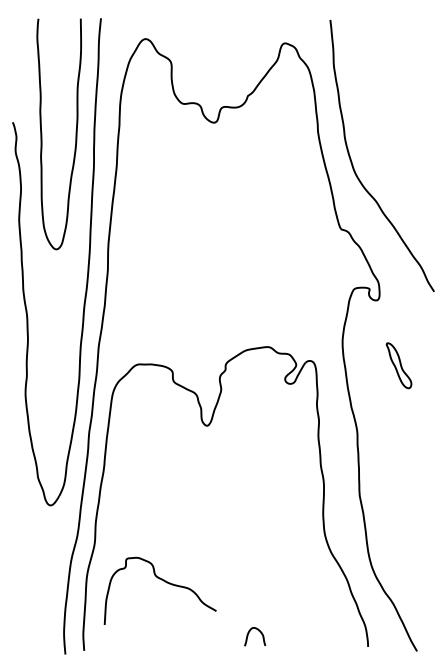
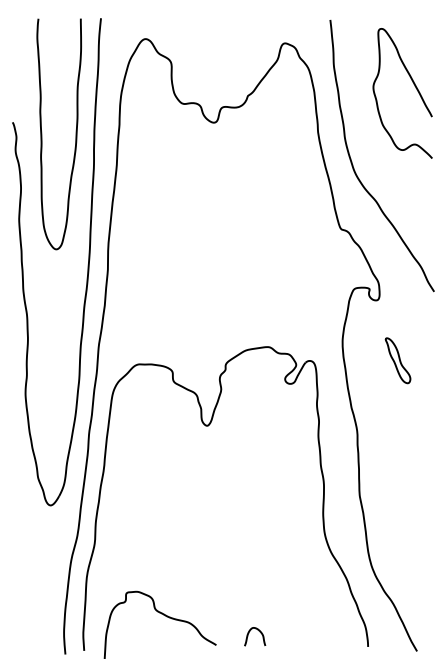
curve at (414, 86): none -> present
part at (398, 365) position: (398, 365) -> (397, 360)
curve at (163, 581) position: (163, 581) -> (163, 615)
